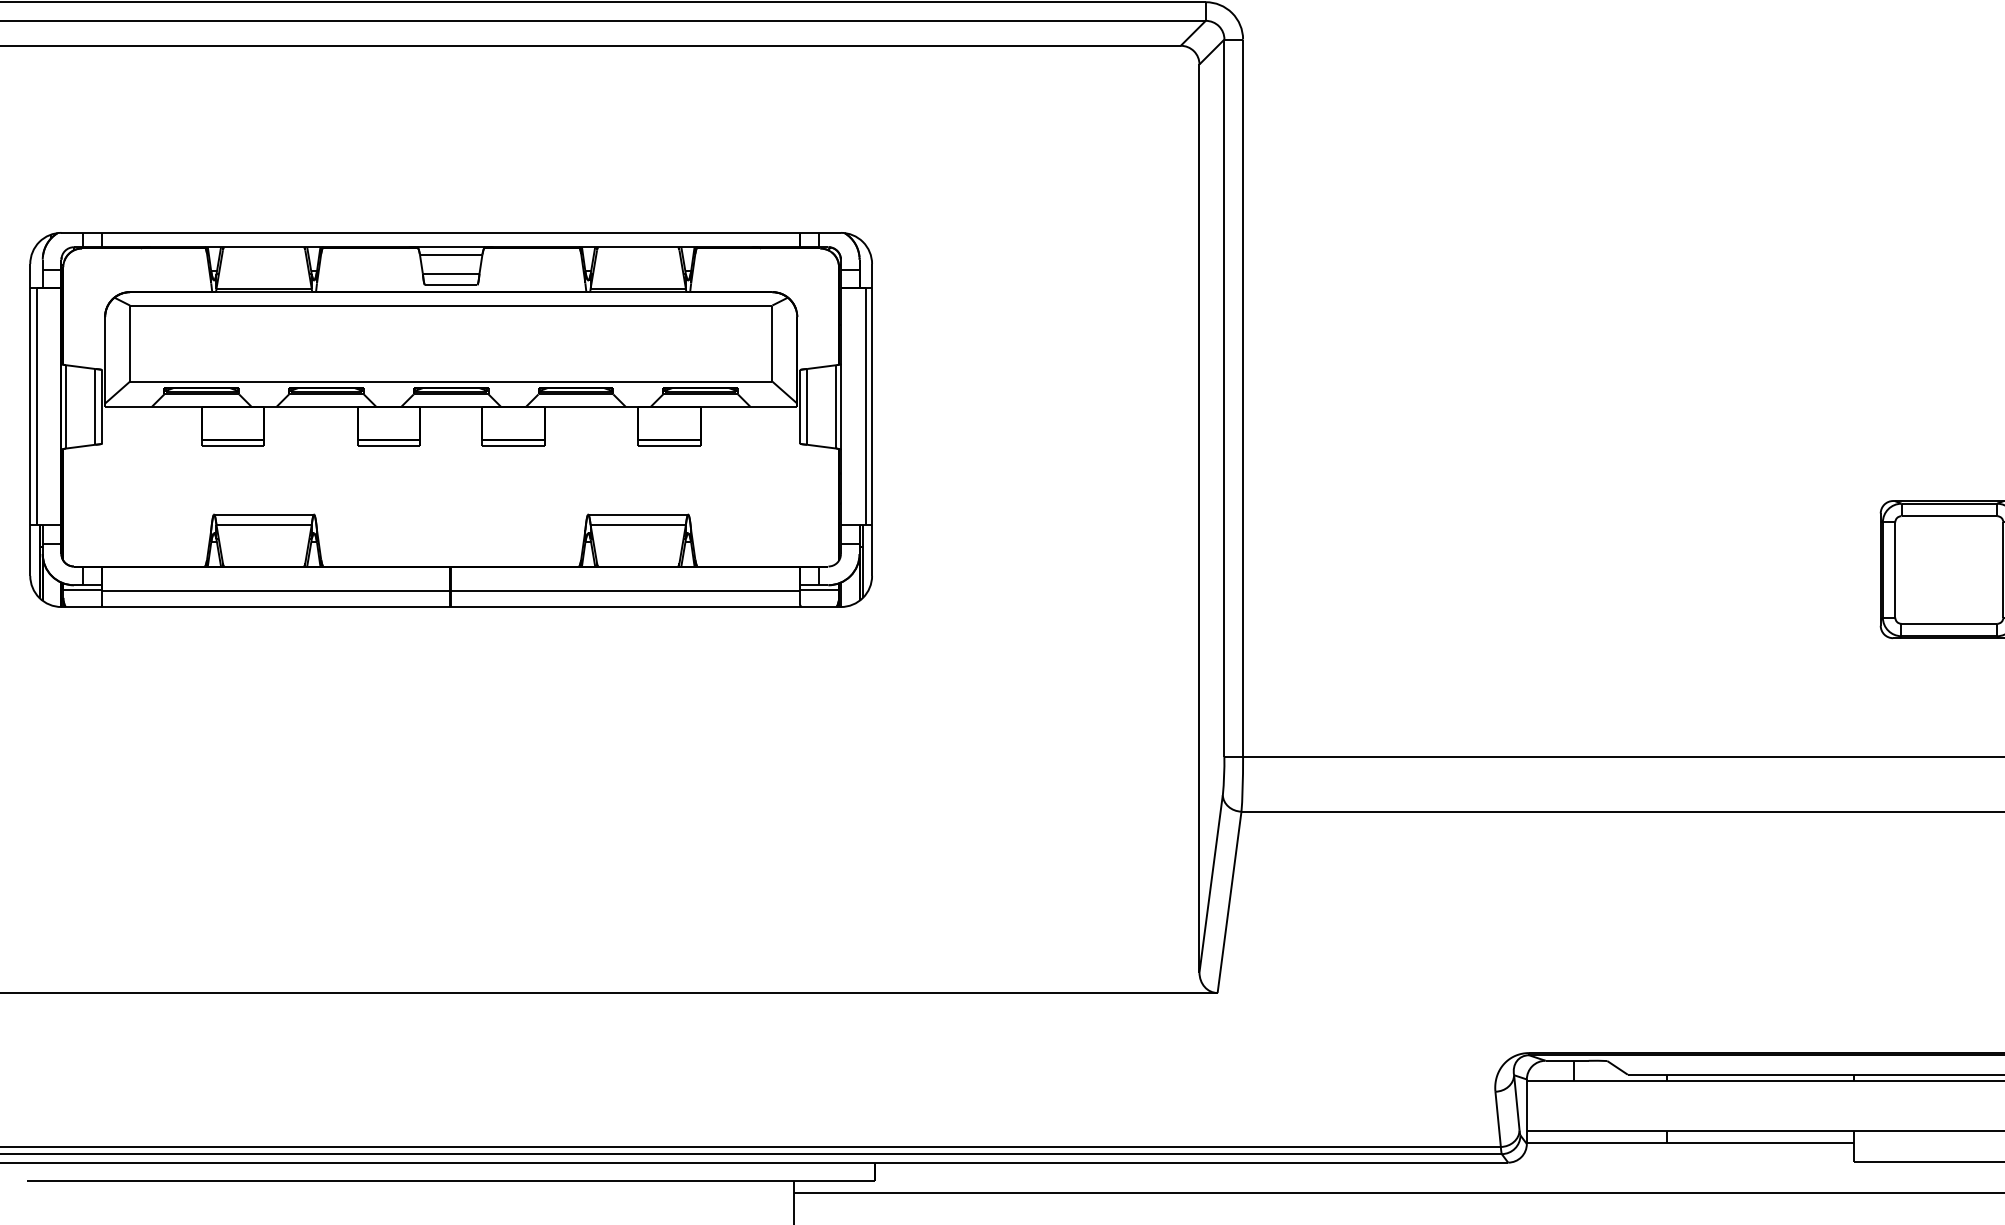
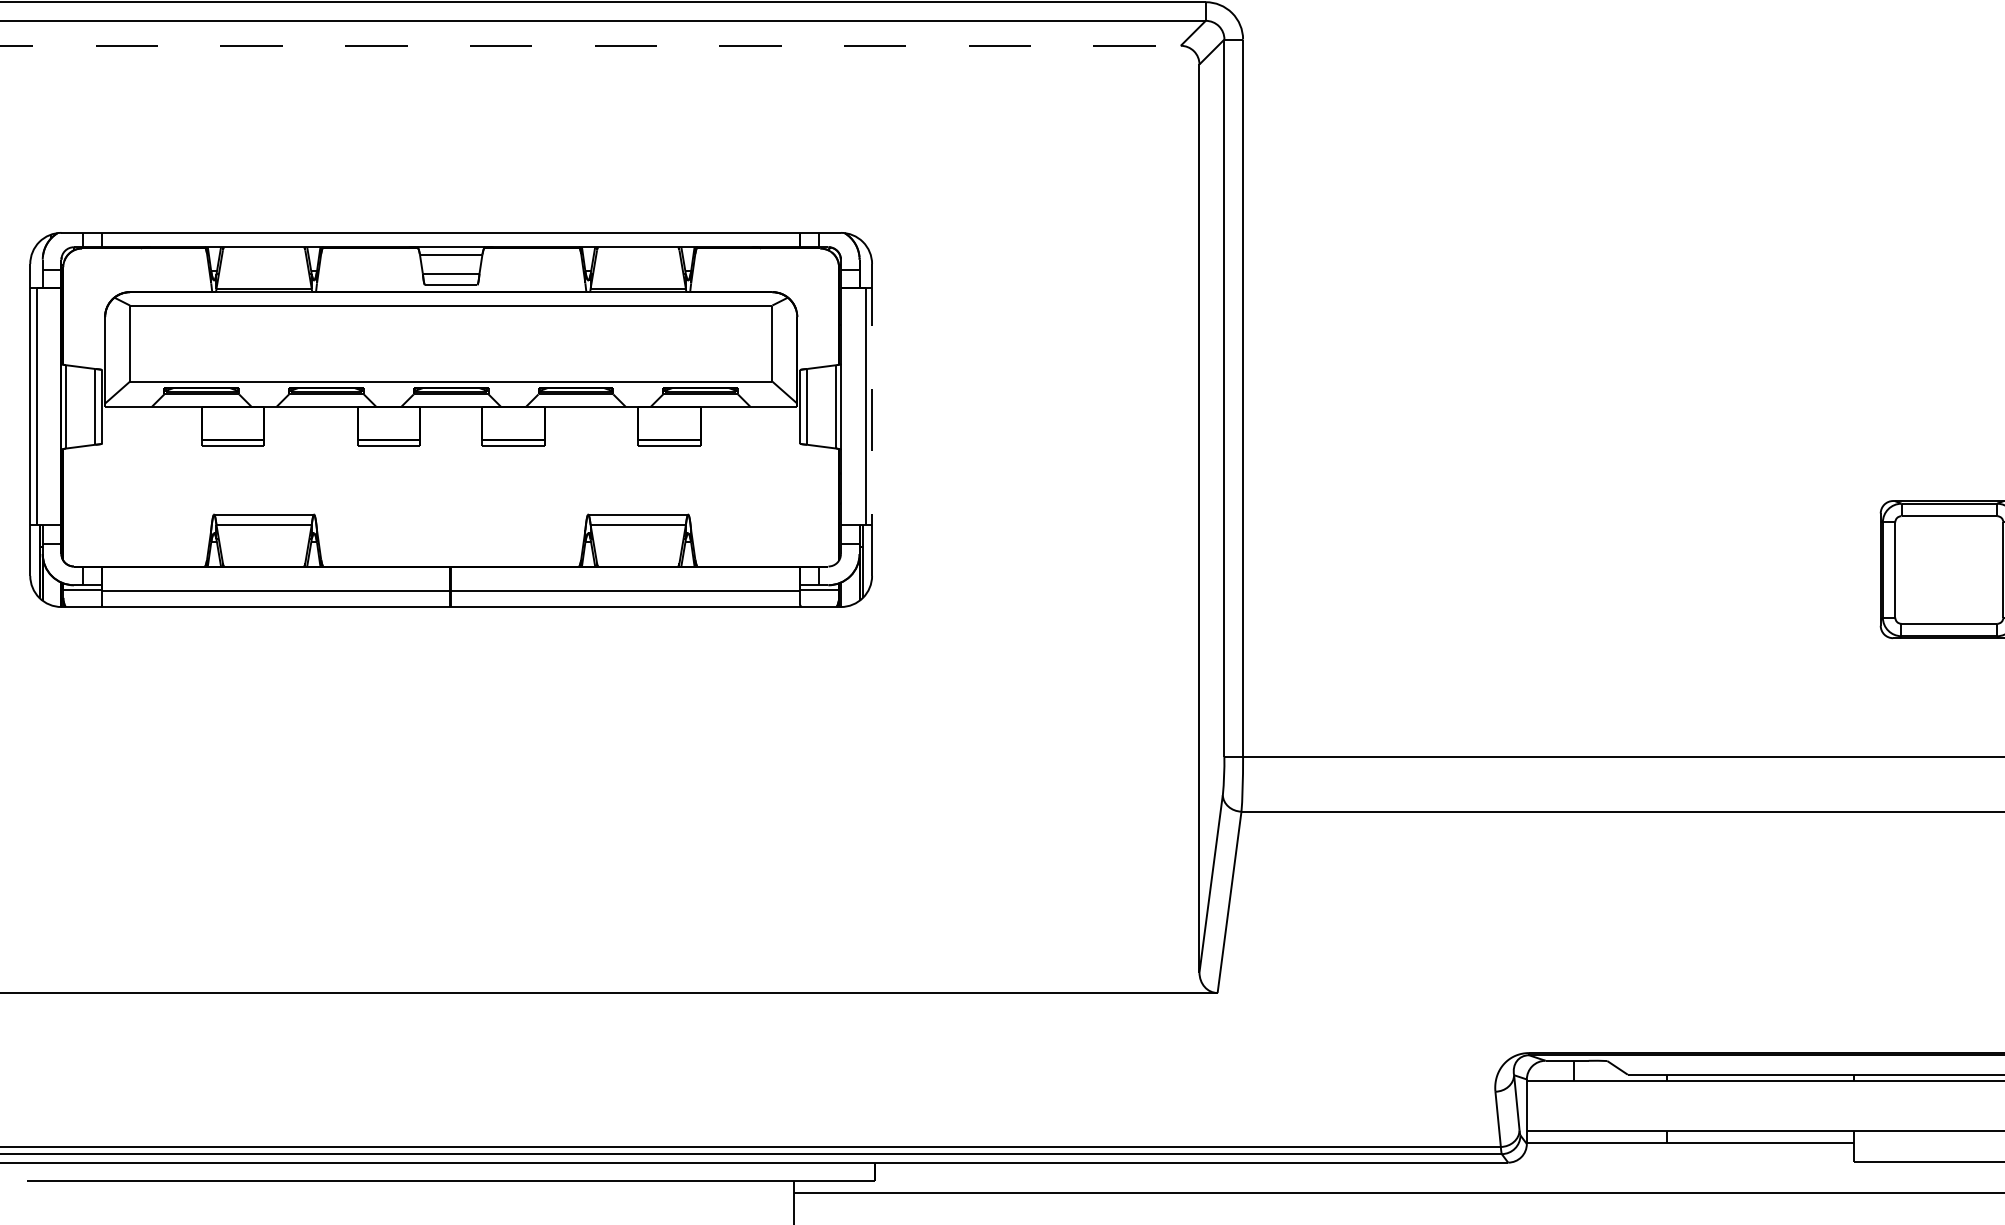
line at (591, 45): solid -> dashed
line at (872, 419): solid -> dashed
